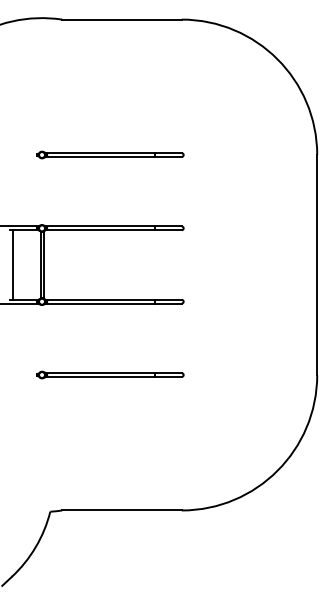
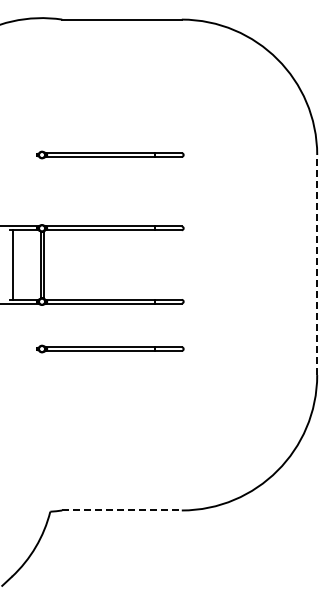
line at (317, 264): solid -> dashed
part at (110, 374) position: (110, 374) -> (110, 348)
line at (122, 510): solid -> dashed
